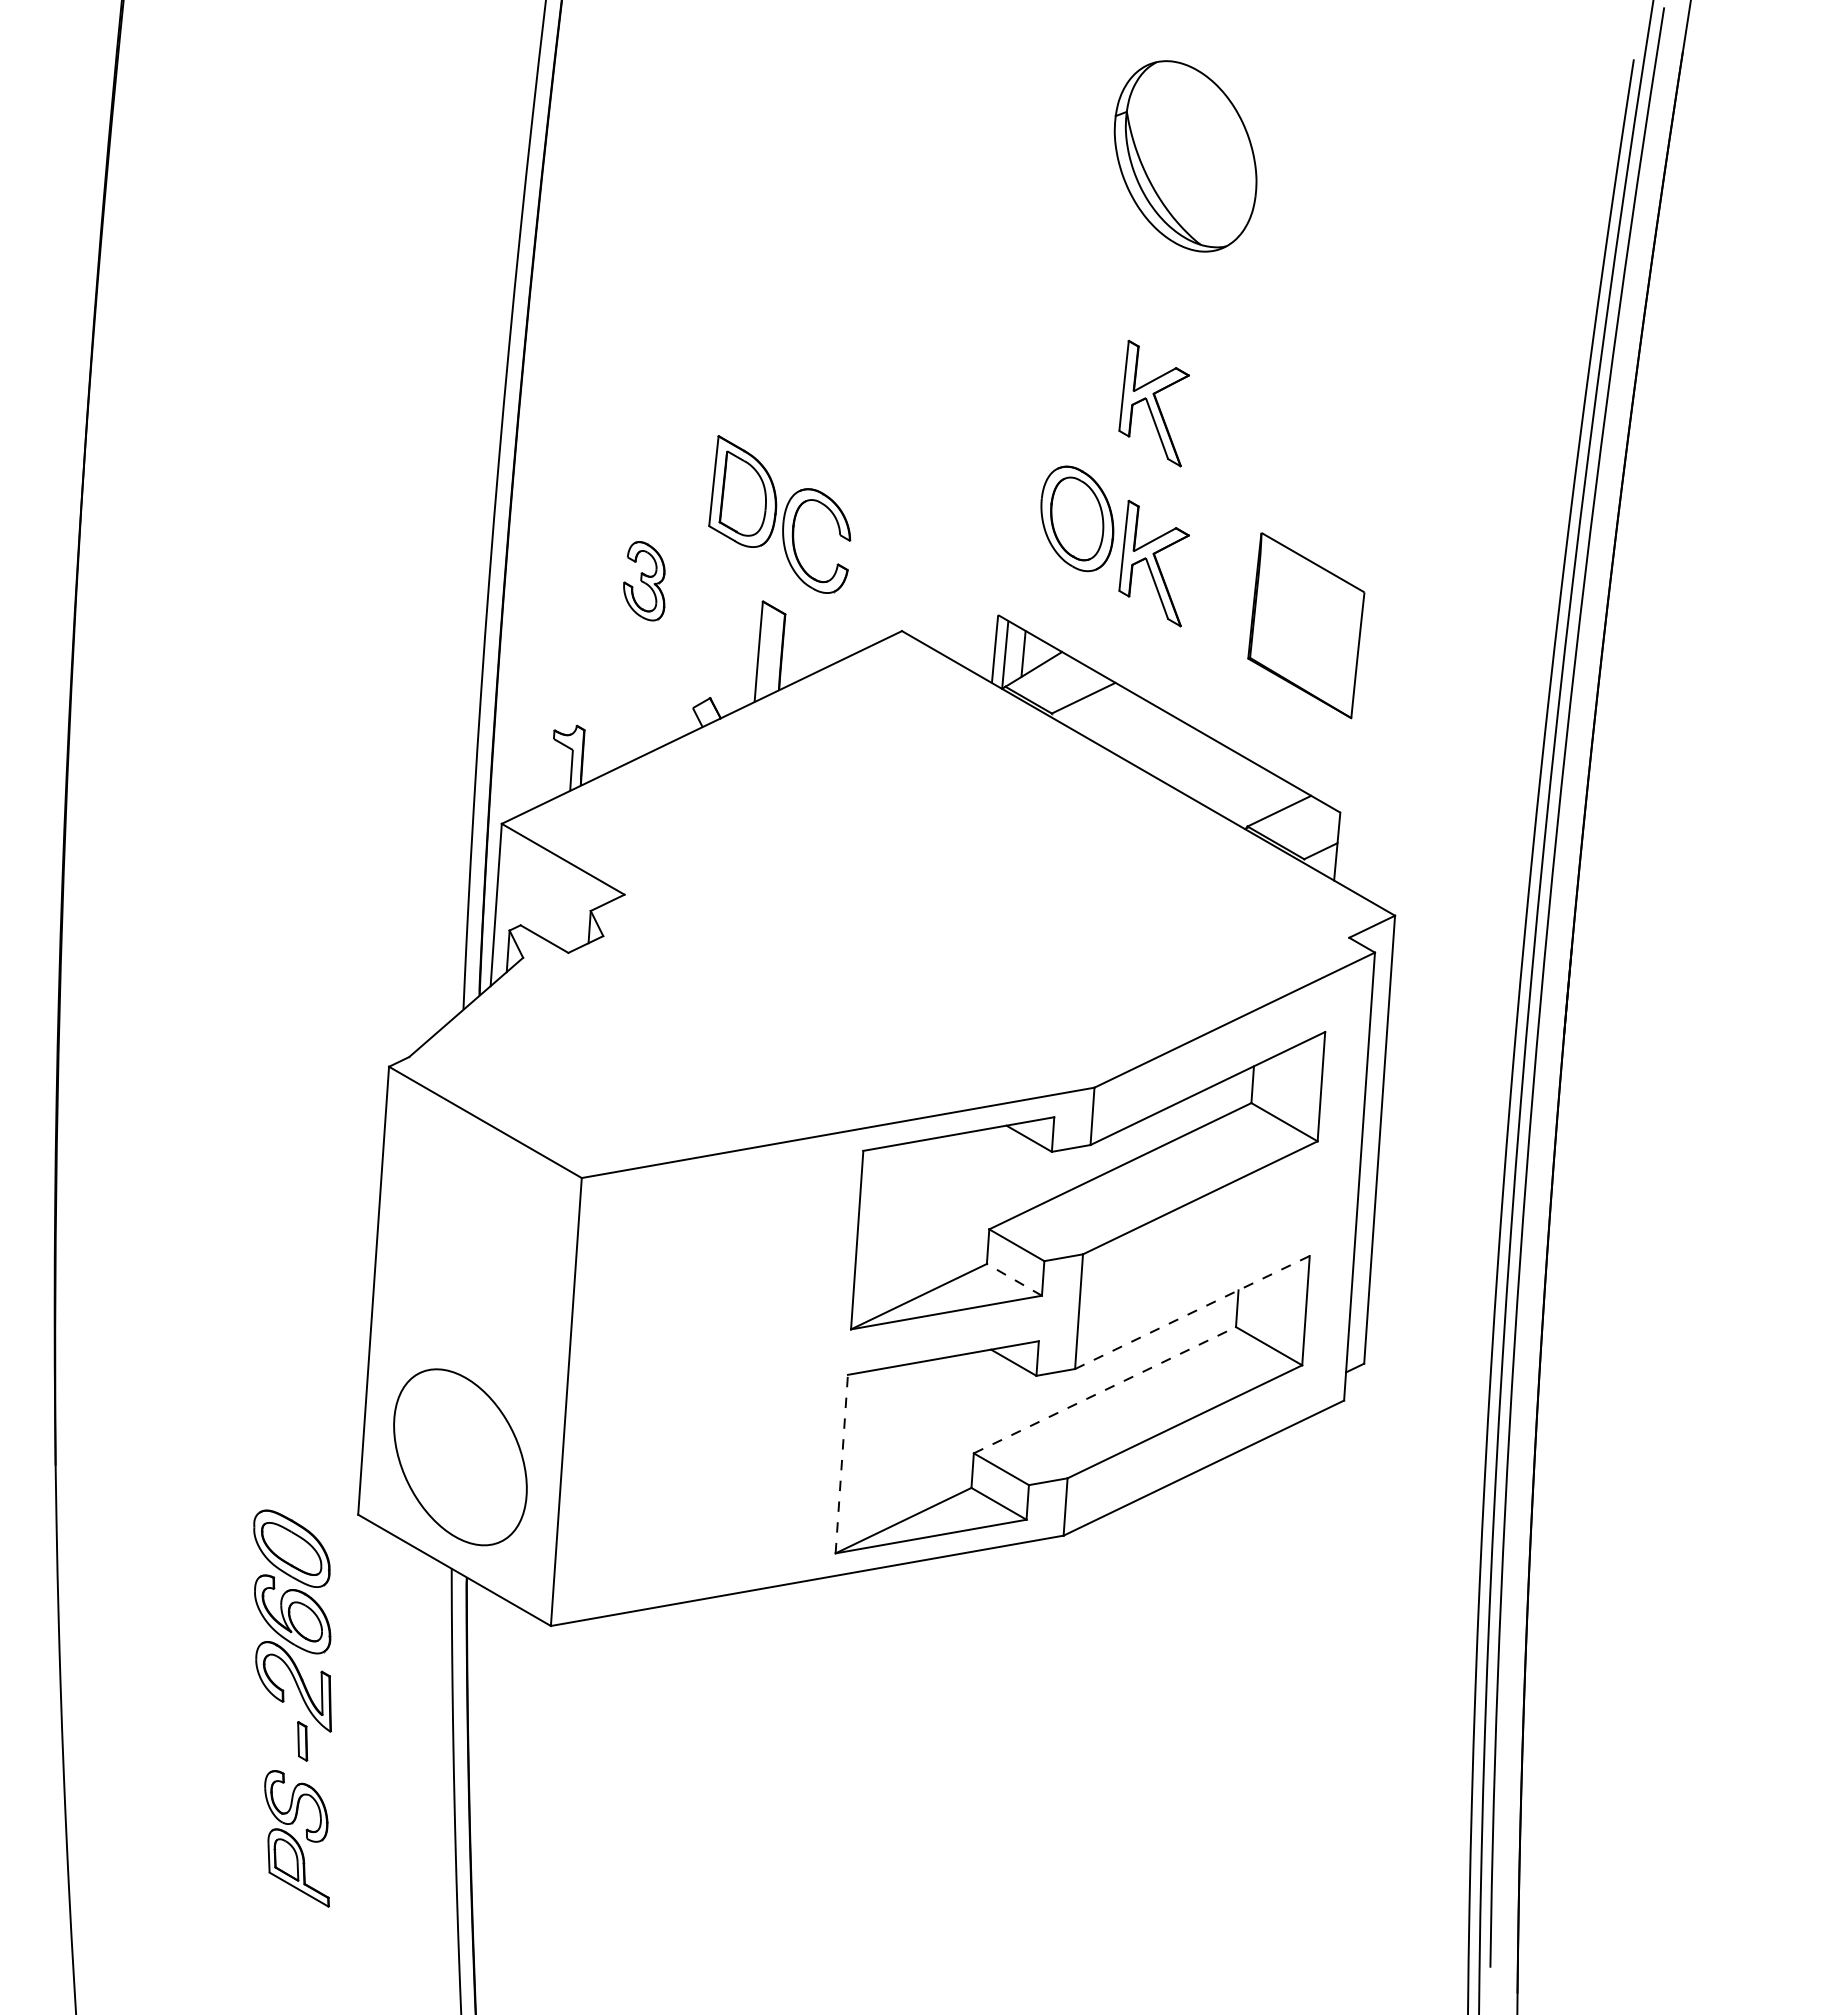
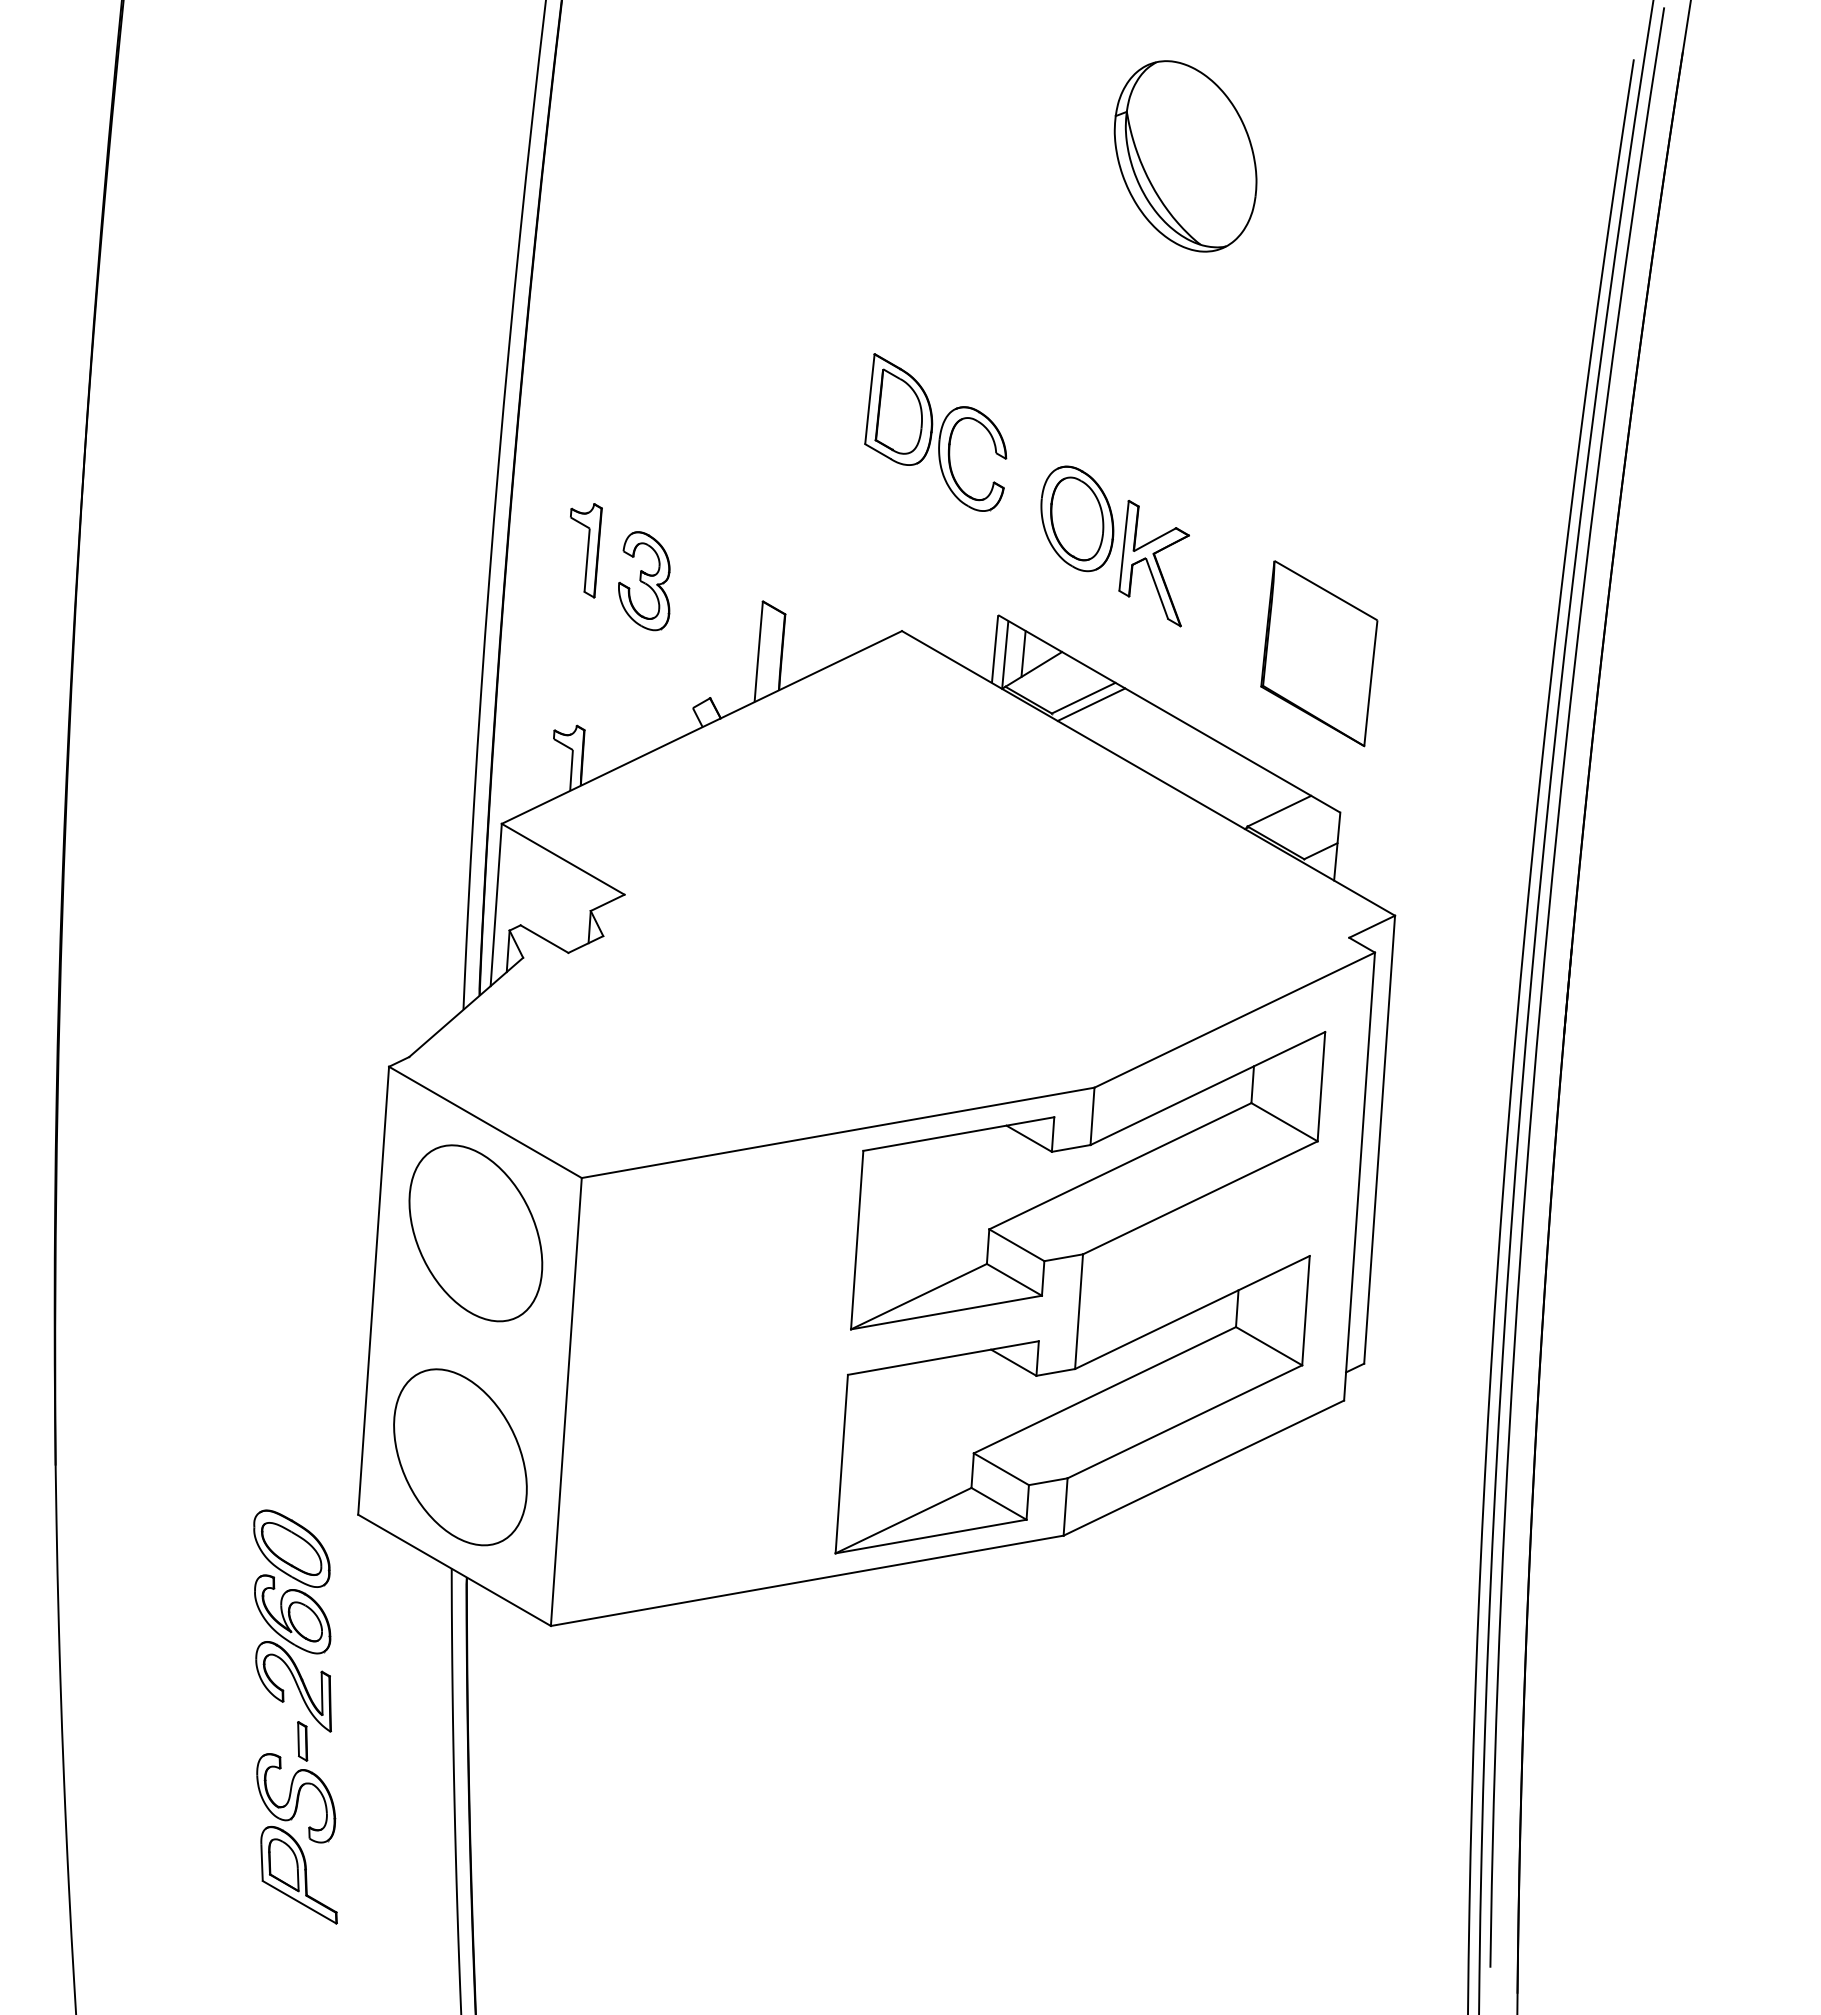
part at (1153, 403): present -> none
part at (779, 514) position: (779, 514) -> (935, 432)
part at (586, 550): none -> present
part at (644, 581) size: 43x81 px -> 53x101 px
part at (1306, 625) position: (1306, 625) -> (1319, 653)
line at (1091, 704): none -> present
part at (475, 1233): none -> present
line at (1014, 1279): dashed -> solid
line at (1192, 1312): dashed -> solid
line at (1105, 1390): dashed -> solid
line at (841, 1463): dashed -> solid
part at (296, 1838) size: 66x138 px -> 82x172 px
